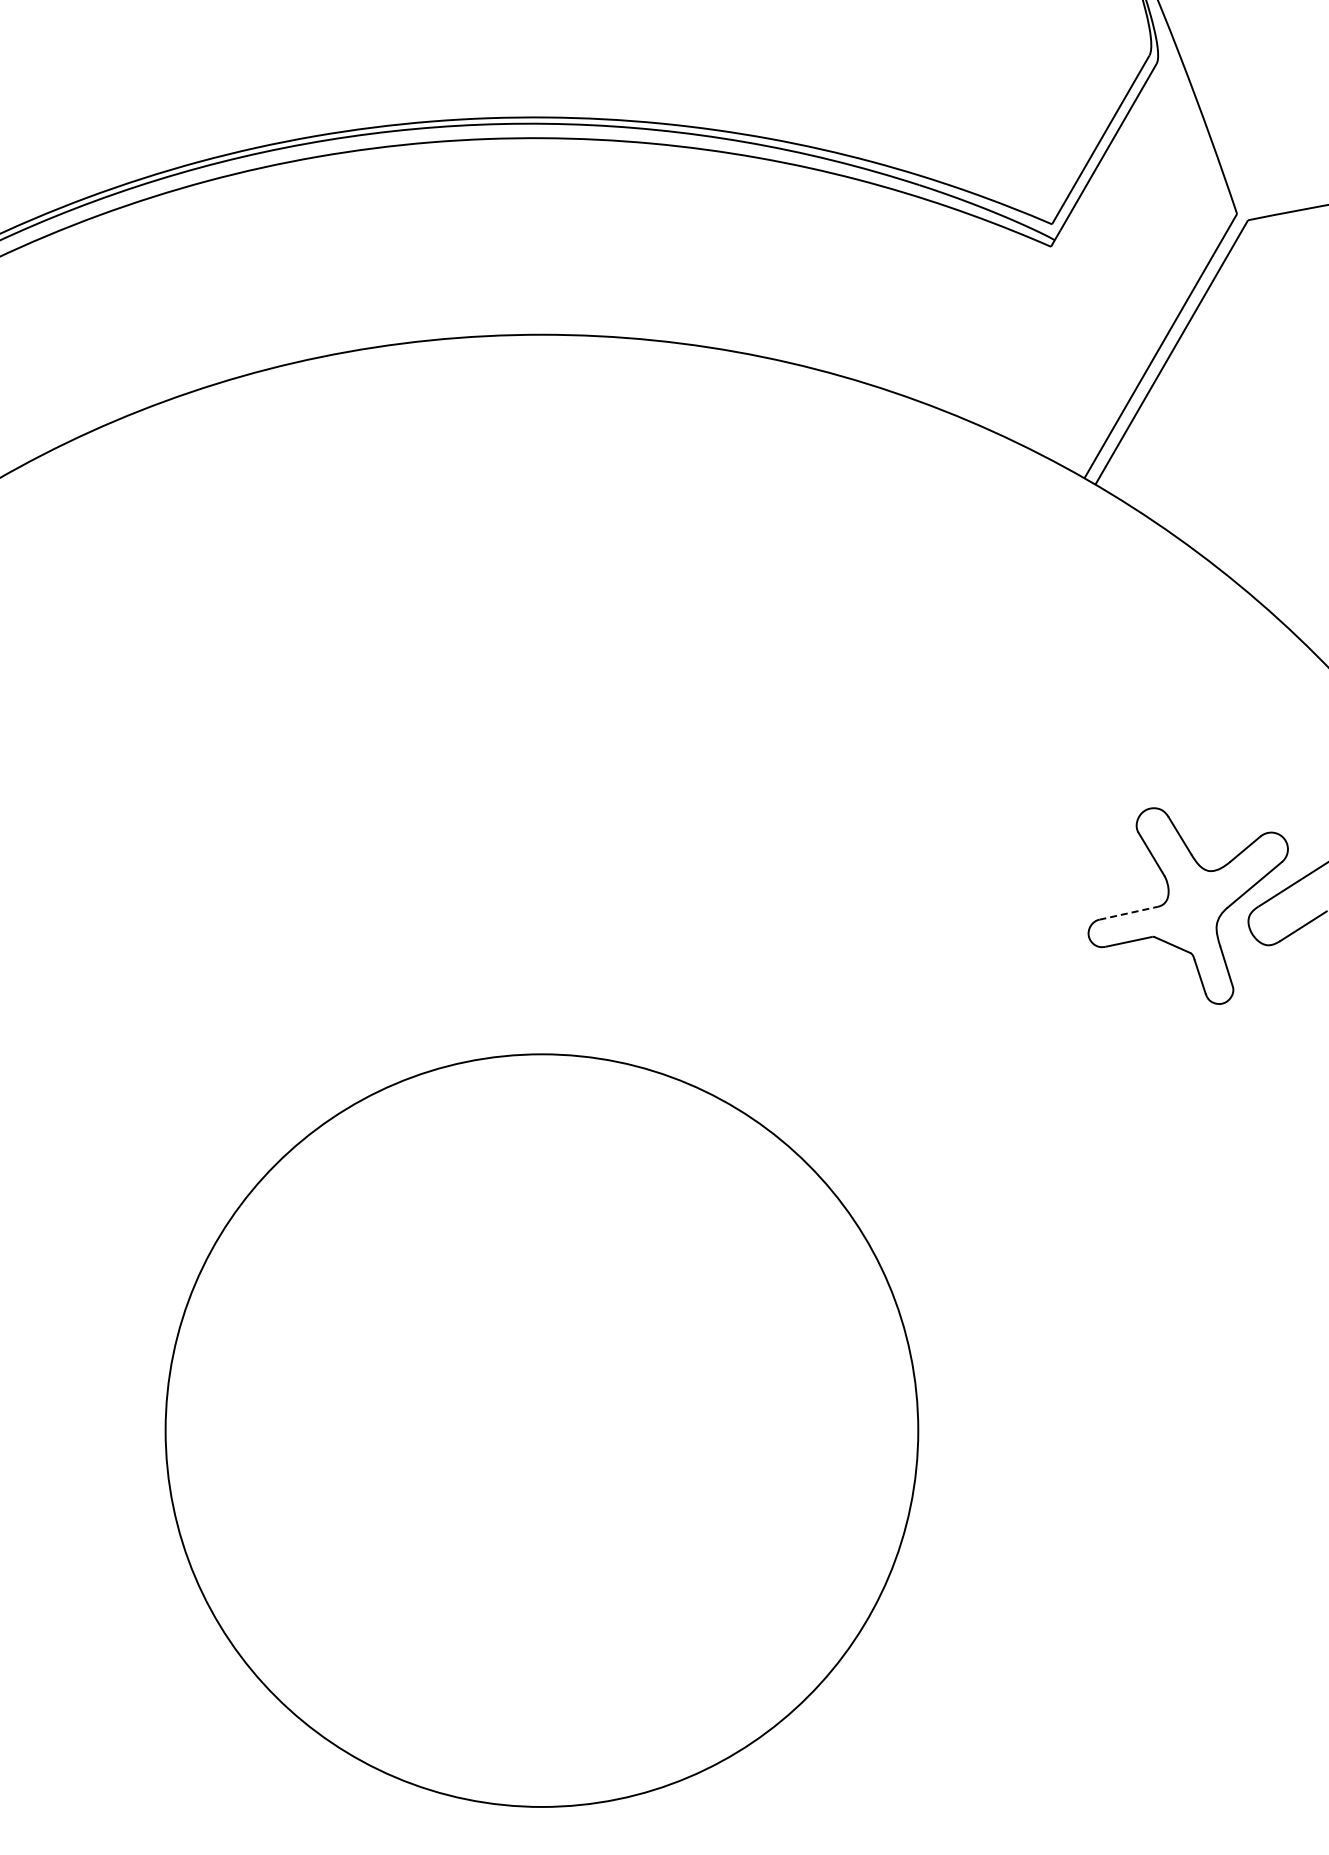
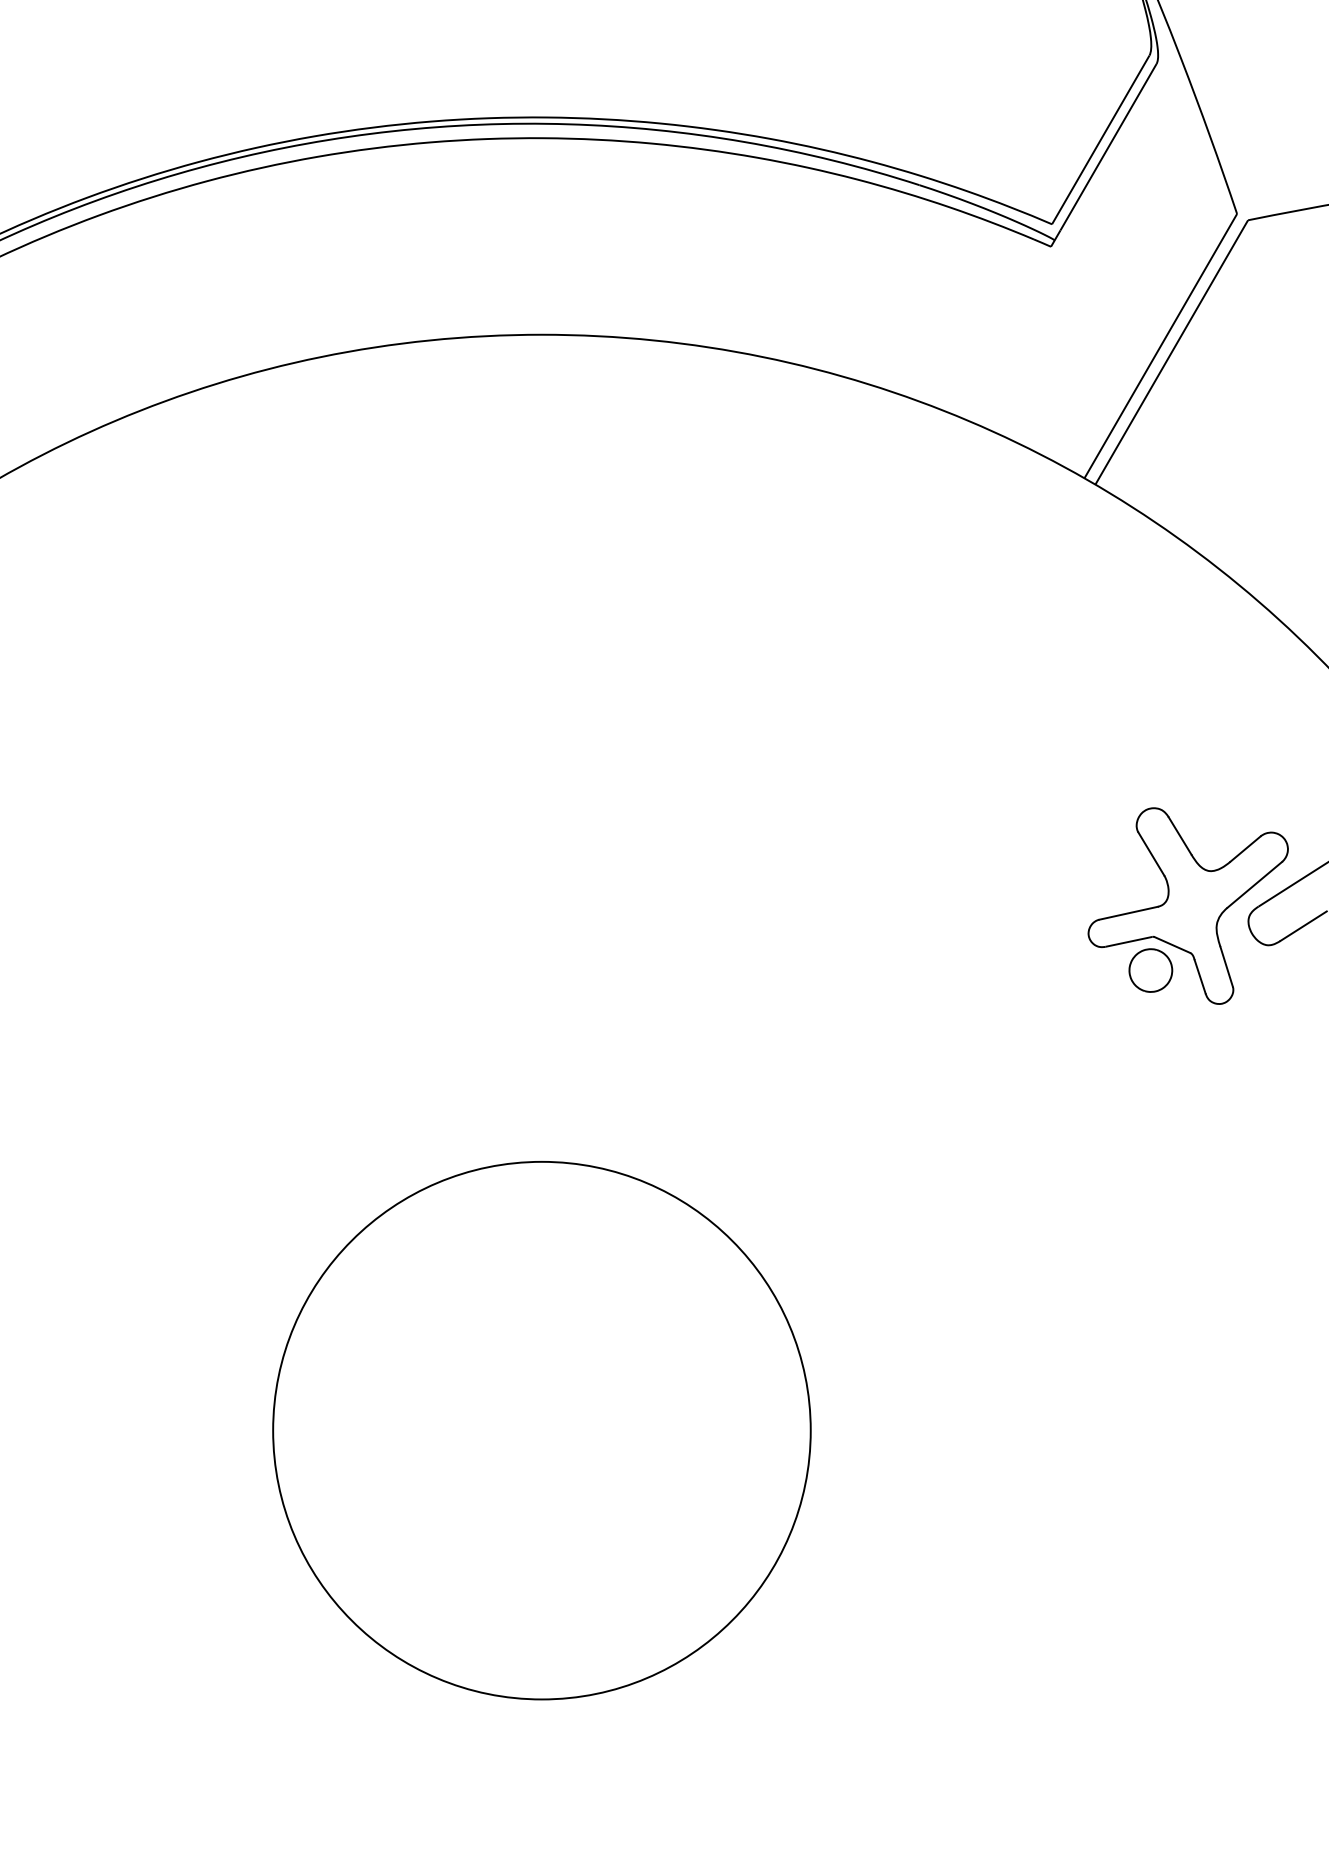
line at (1128, 913): dashed -> solid
part at (1150, 970): none -> present
circle at (541, 1430) diameter: 753 px -> 538 px
